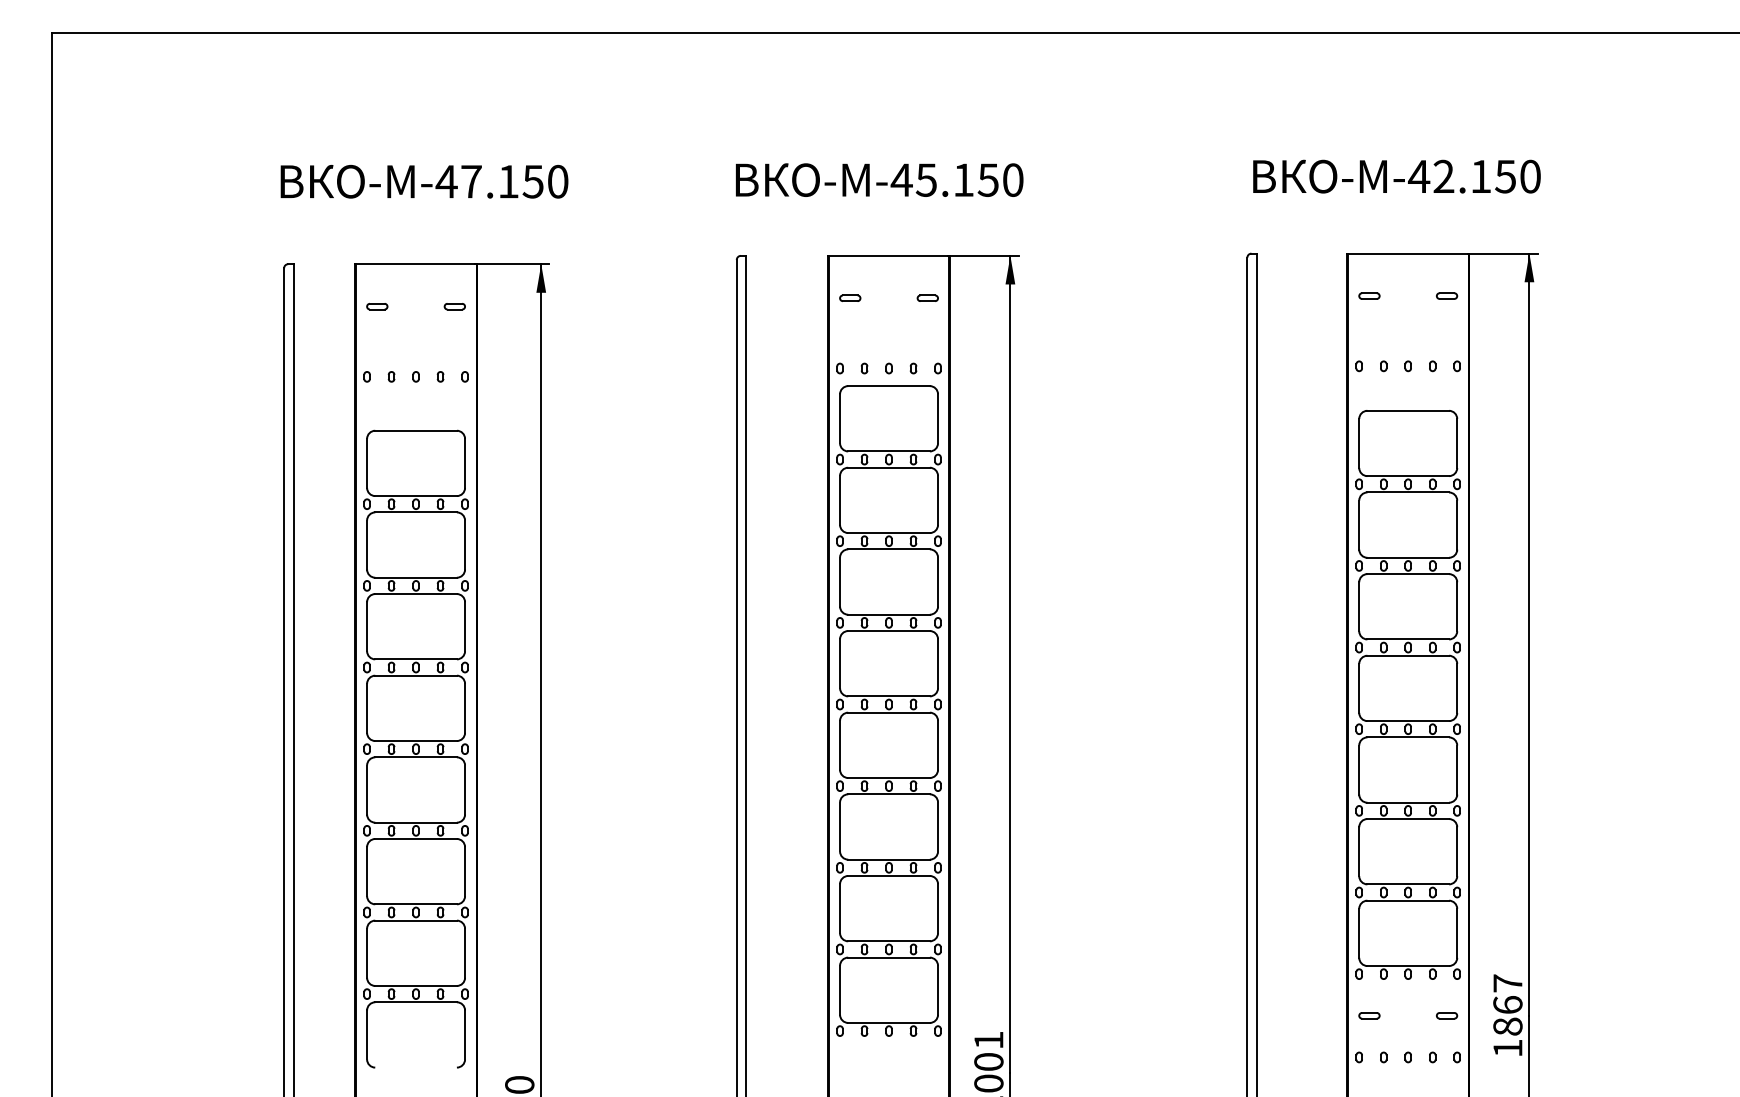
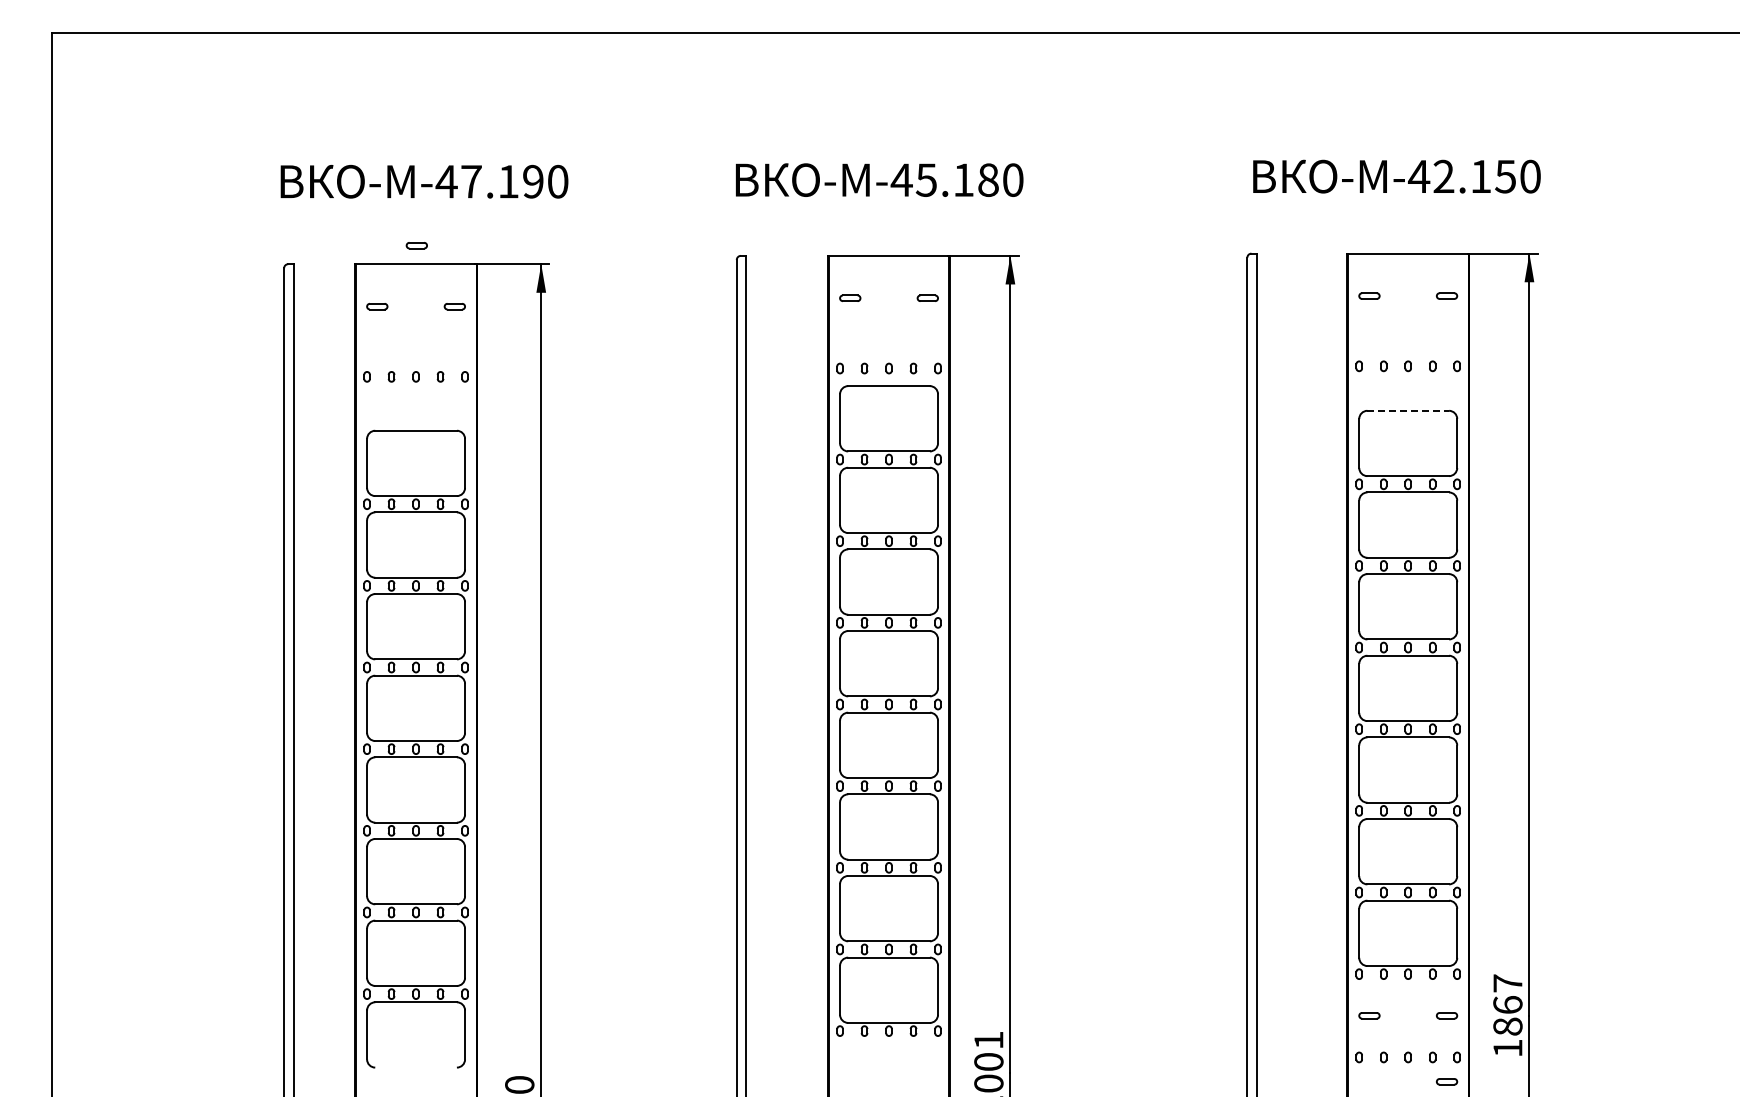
text at (987, 179): -45.150 -> -45.180
text at (532, 181): -47.150 -> -47.190
part at (416, 245): none -> present
line at (1408, 410): solid -> dashed
part at (1447, 1081): none -> present
